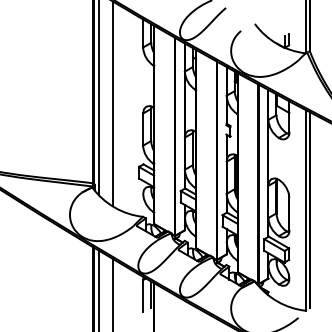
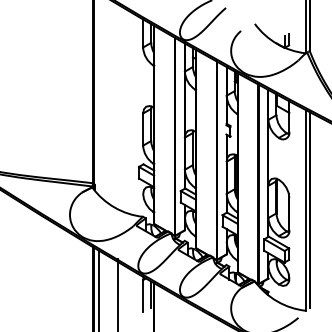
line at (98, 98): present -> none
line at (112, 104): present -> none
line at (112, 293) position: (112, 293) -> (117, 293)
